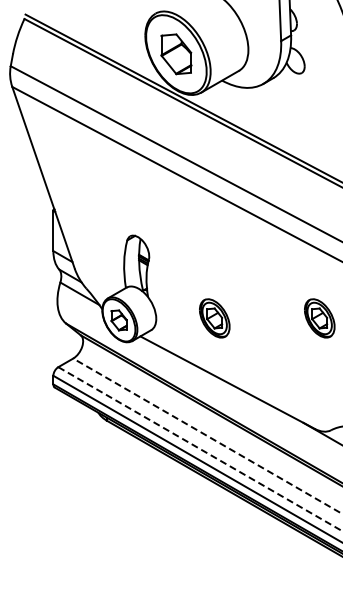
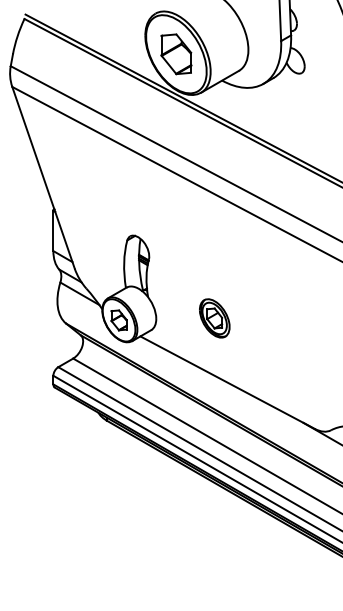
part at (319, 318): present -> none
line at (208, 436): dashed -> solid
line at (200, 449): dashed -> solid
